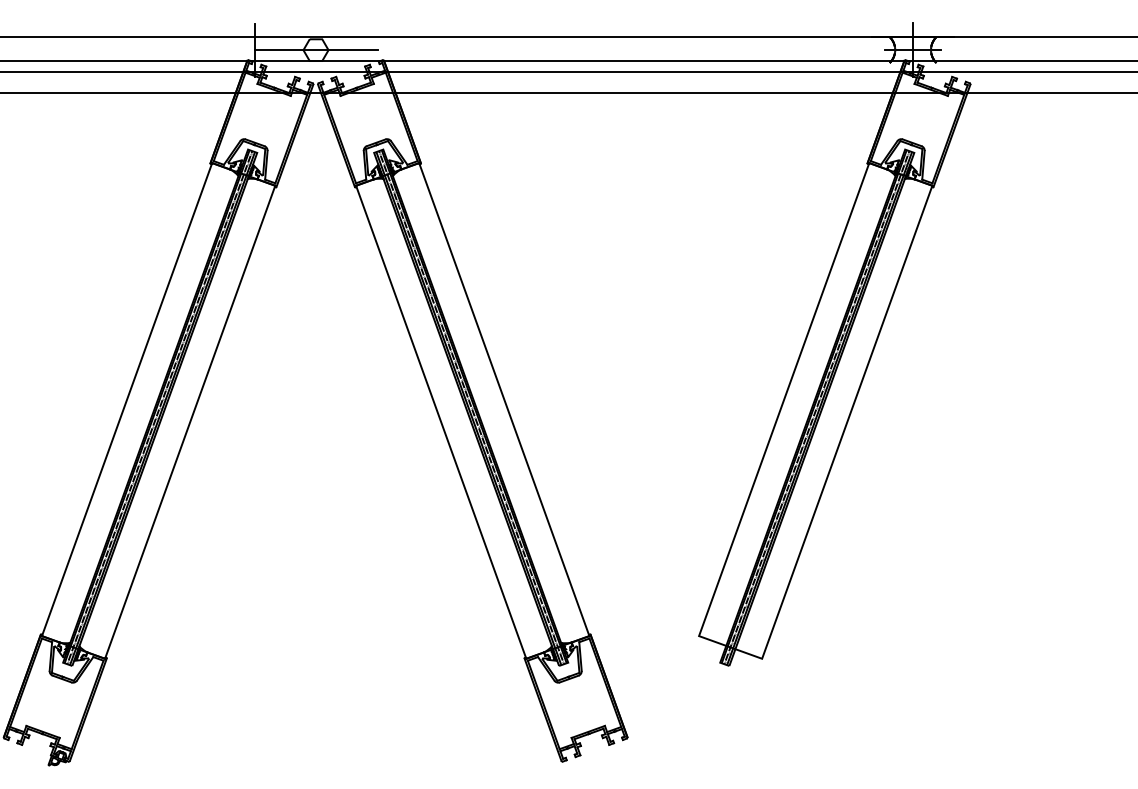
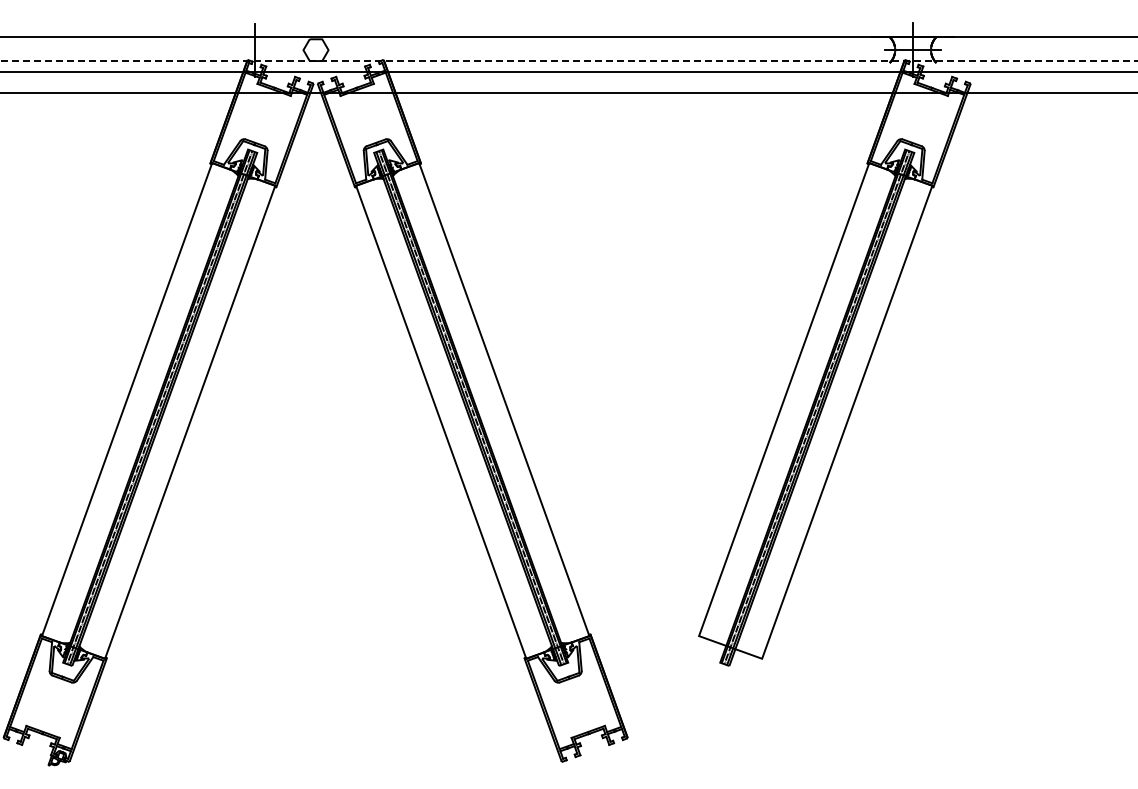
line at (315, 50): present -> none
line at (568, 60): solid -> dashed
